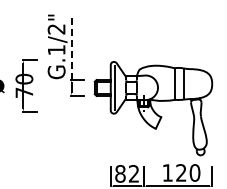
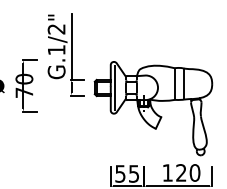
line at (71, 47): dashed -> solid
text at (126, 173): 82 -> 55
